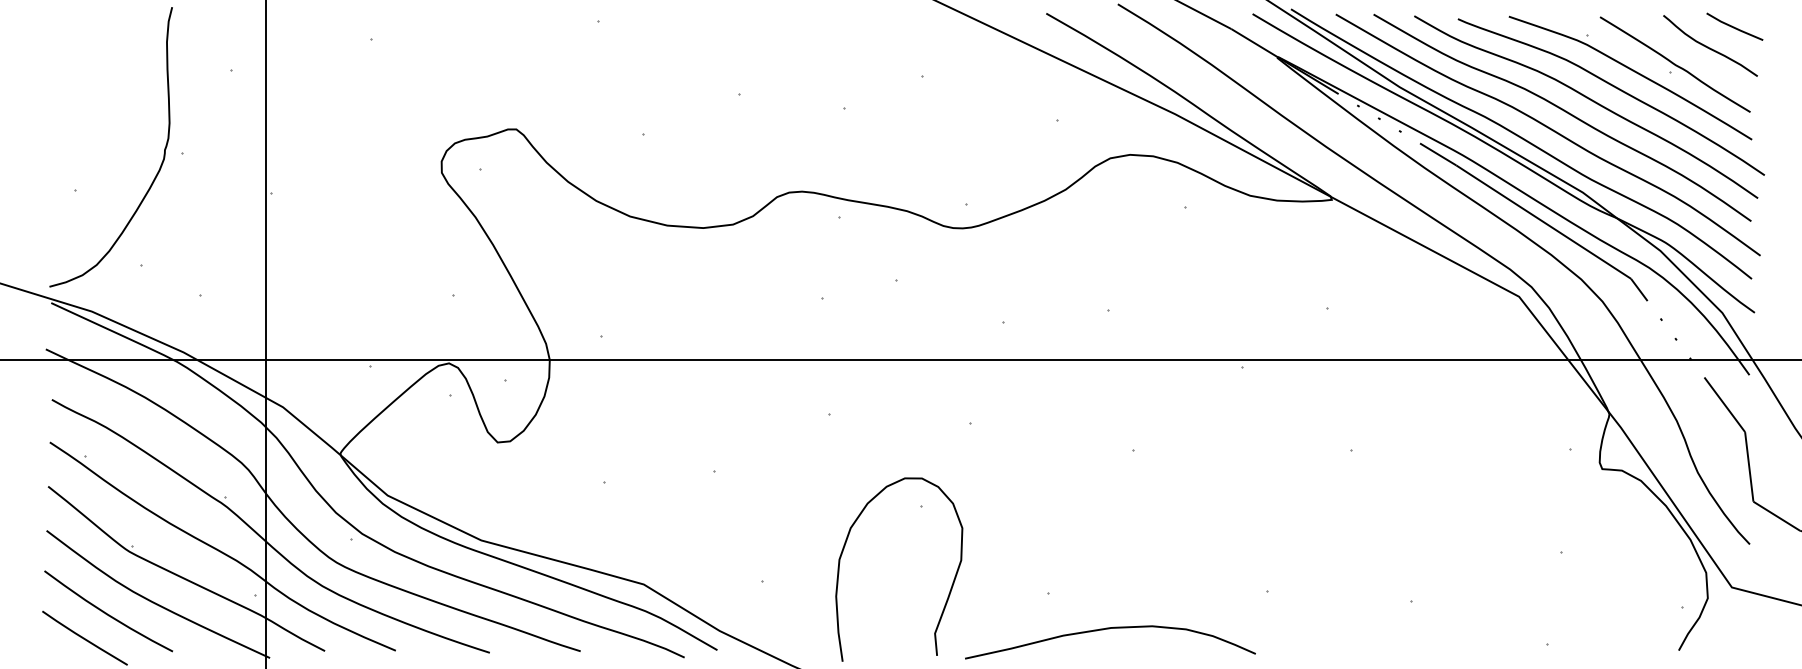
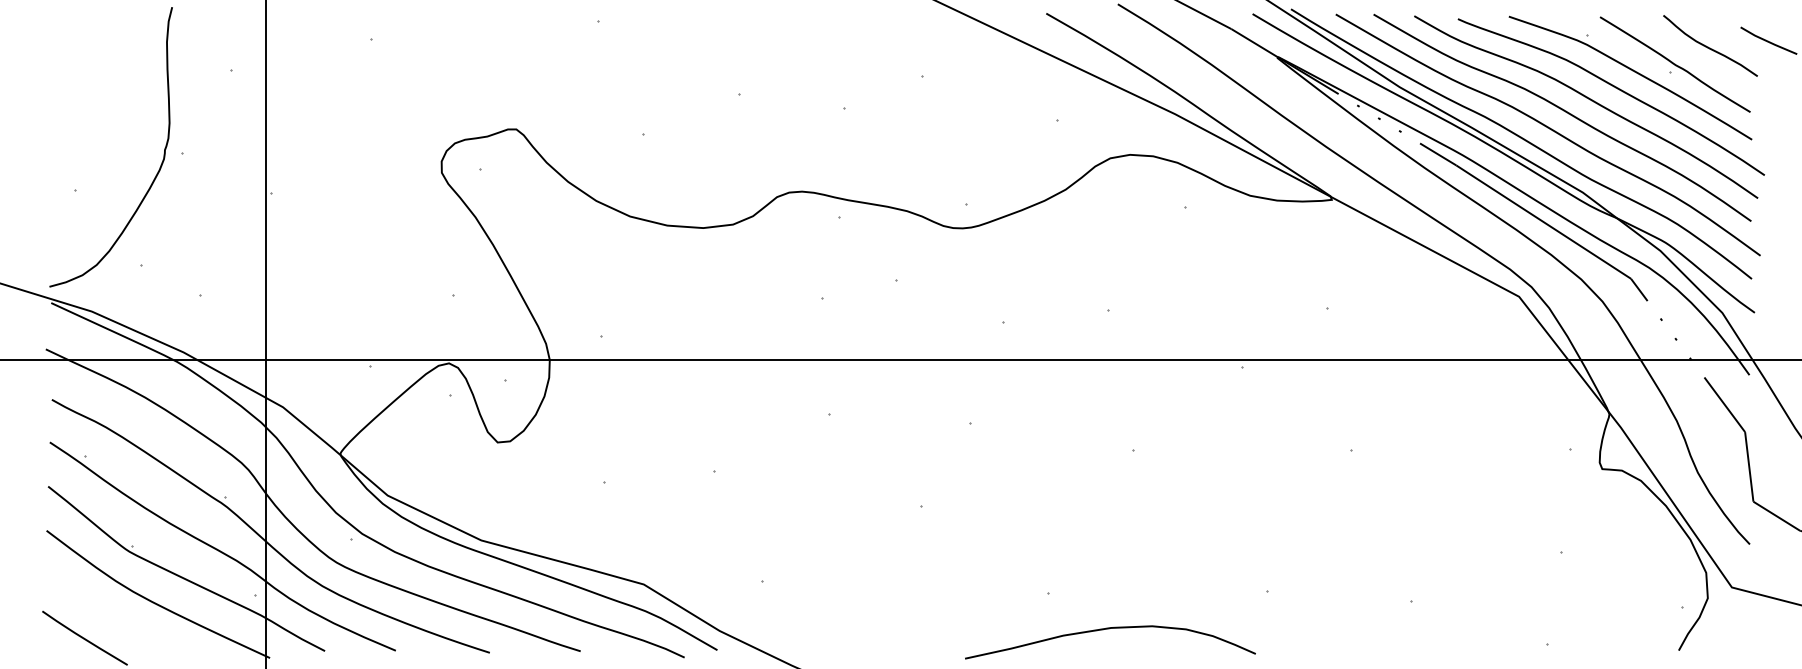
line at (1734, 26) position: (1734, 26) -> (1768, 40)
curve at (951, 585): present -> none
curve at (106, 612): present -> none
